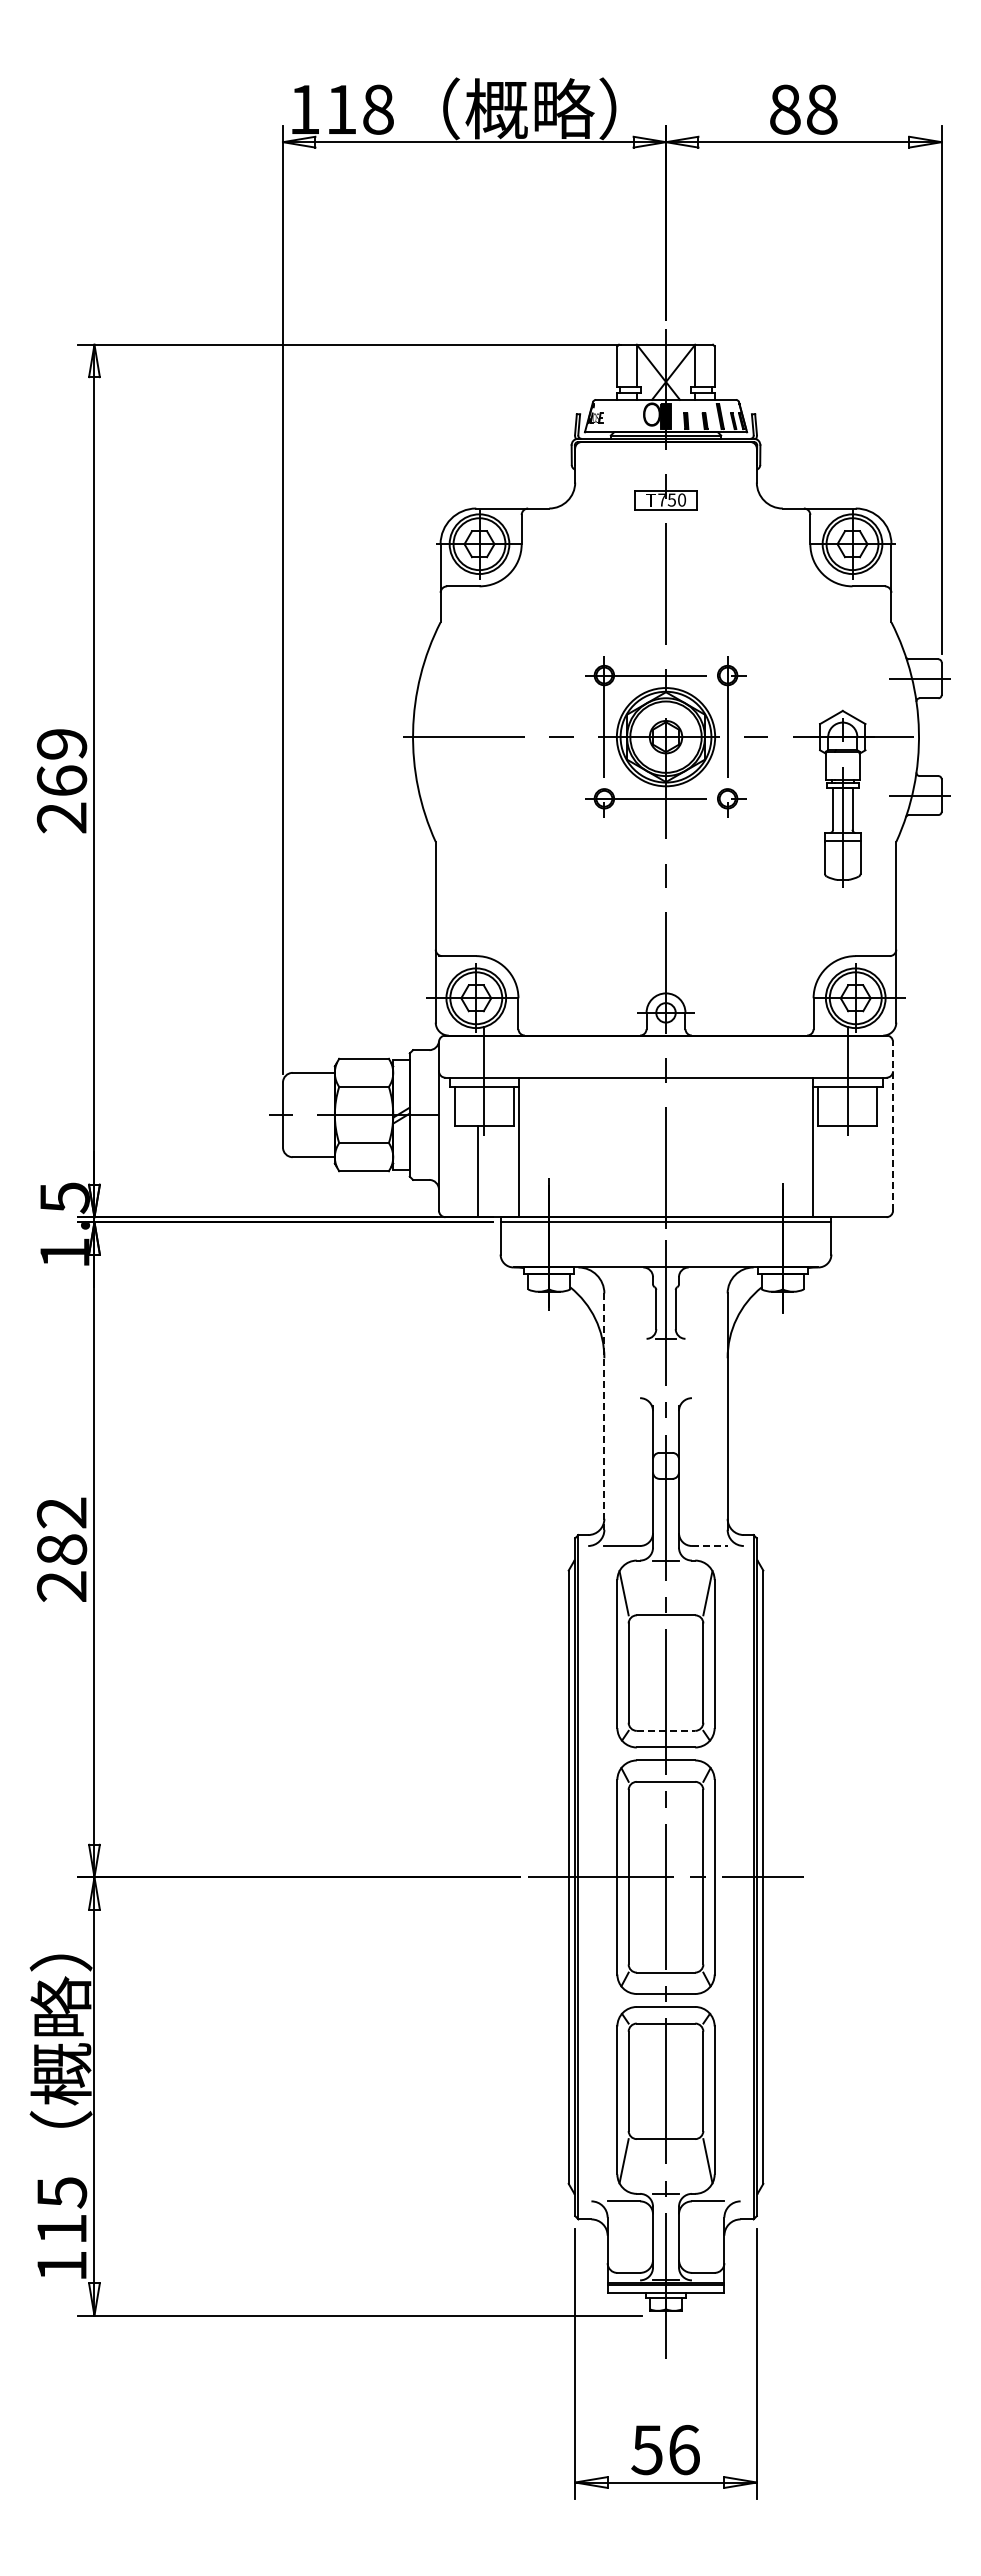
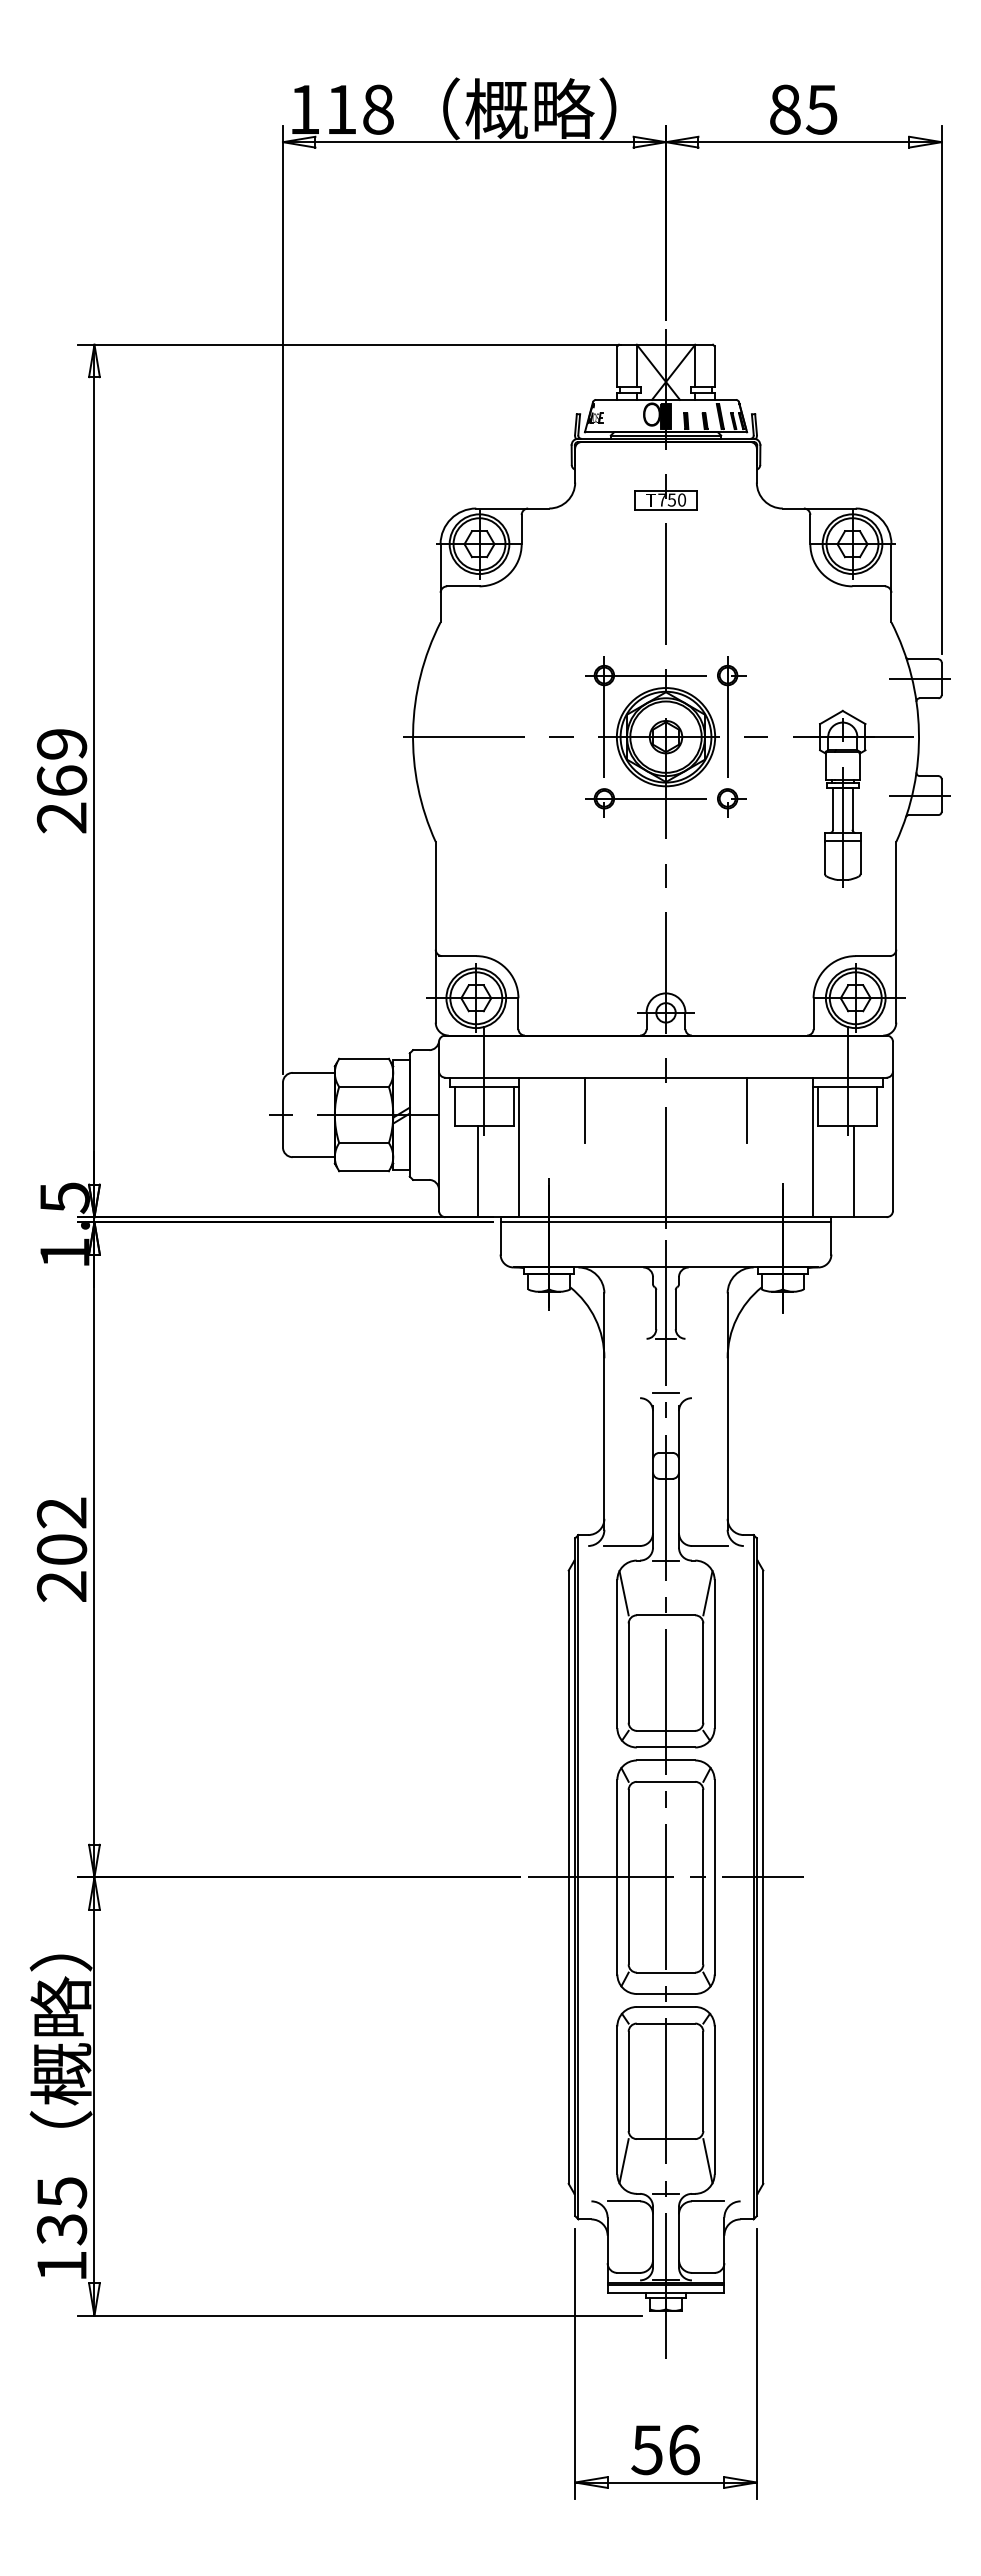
text at (821, 109): 88 -> 85
line at (584, 1109): none -> present
line at (747, 1109): none -> present
line at (893, 1125): dashed -> solid
line at (853, 1171): none -> present
line at (665, 1393): none -> present
line at (604, 1412): dashed -> solid
line at (709, 1546): dashed -> solid
text at (61, 1549): 282 -> 202
line at (666, 1730): dashed -> solid
text at (61, 2229): 115 -> 135
